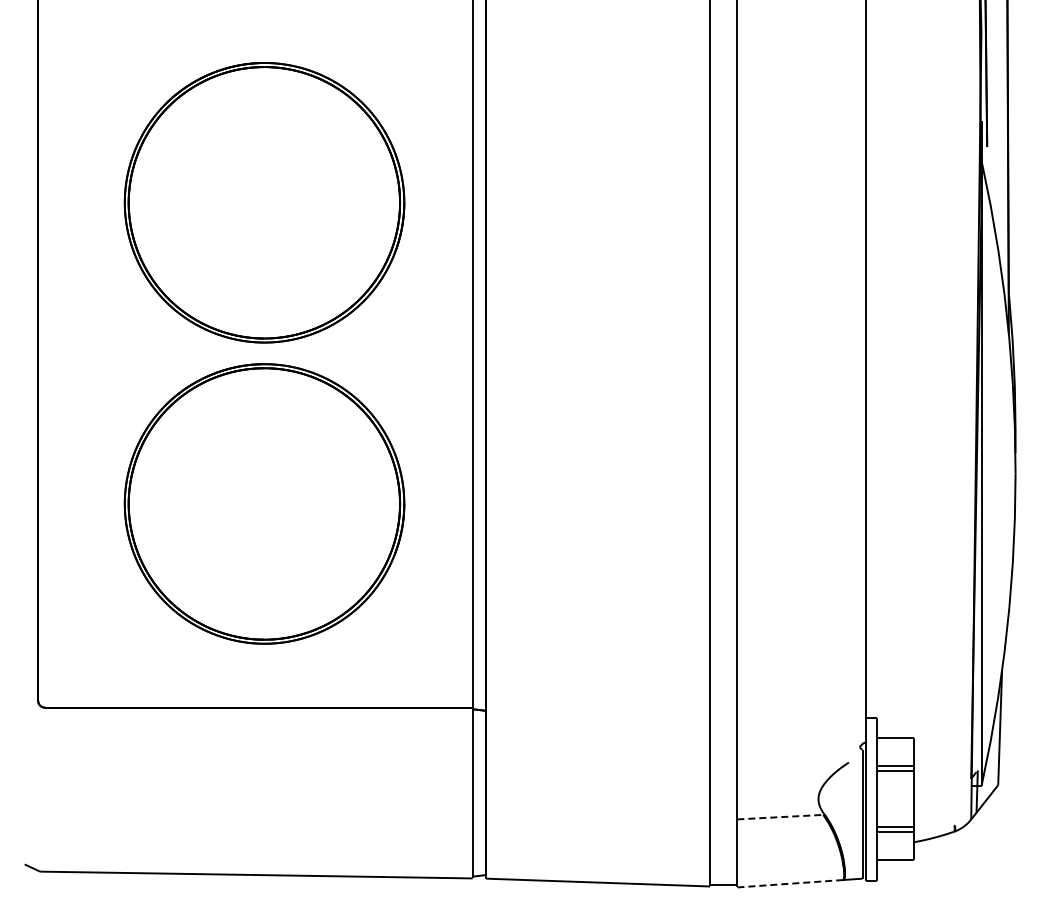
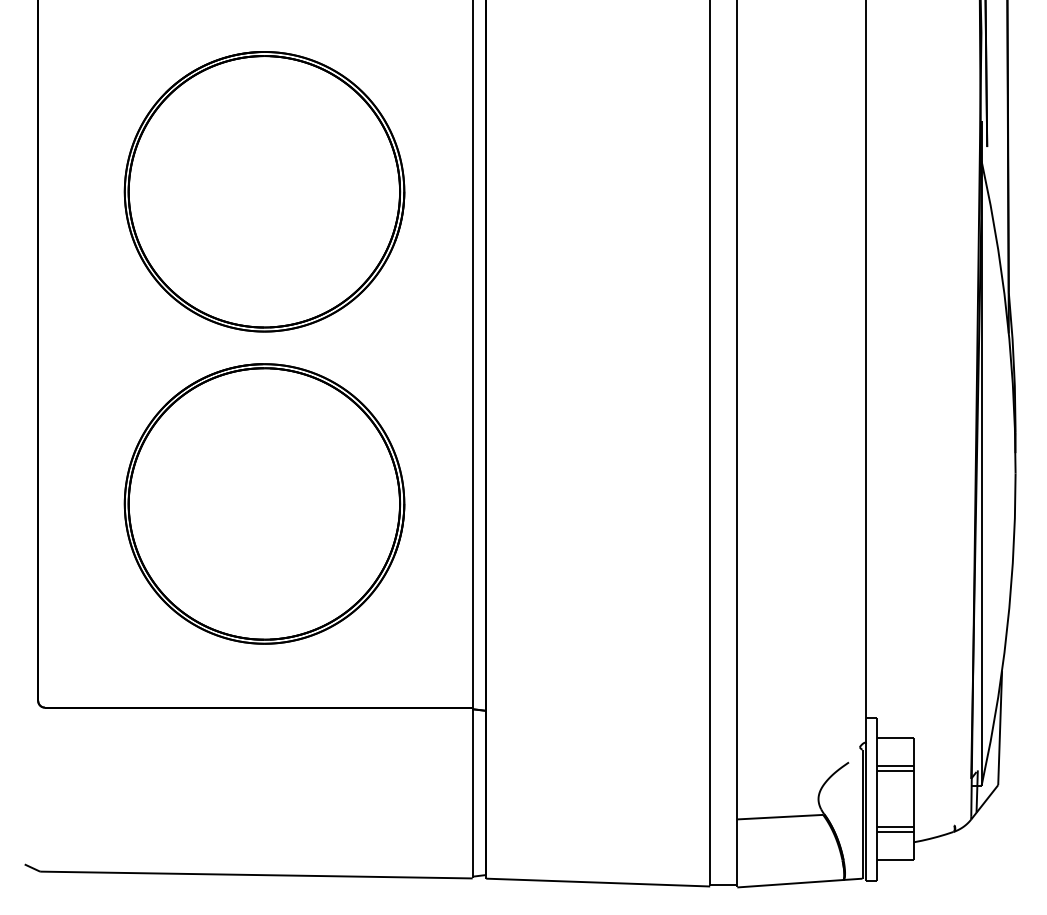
part at (264, 202) position: (264, 202) -> (264, 191)
line at (780, 817): dashed -> solid
line at (789, 883): dashed -> solid
